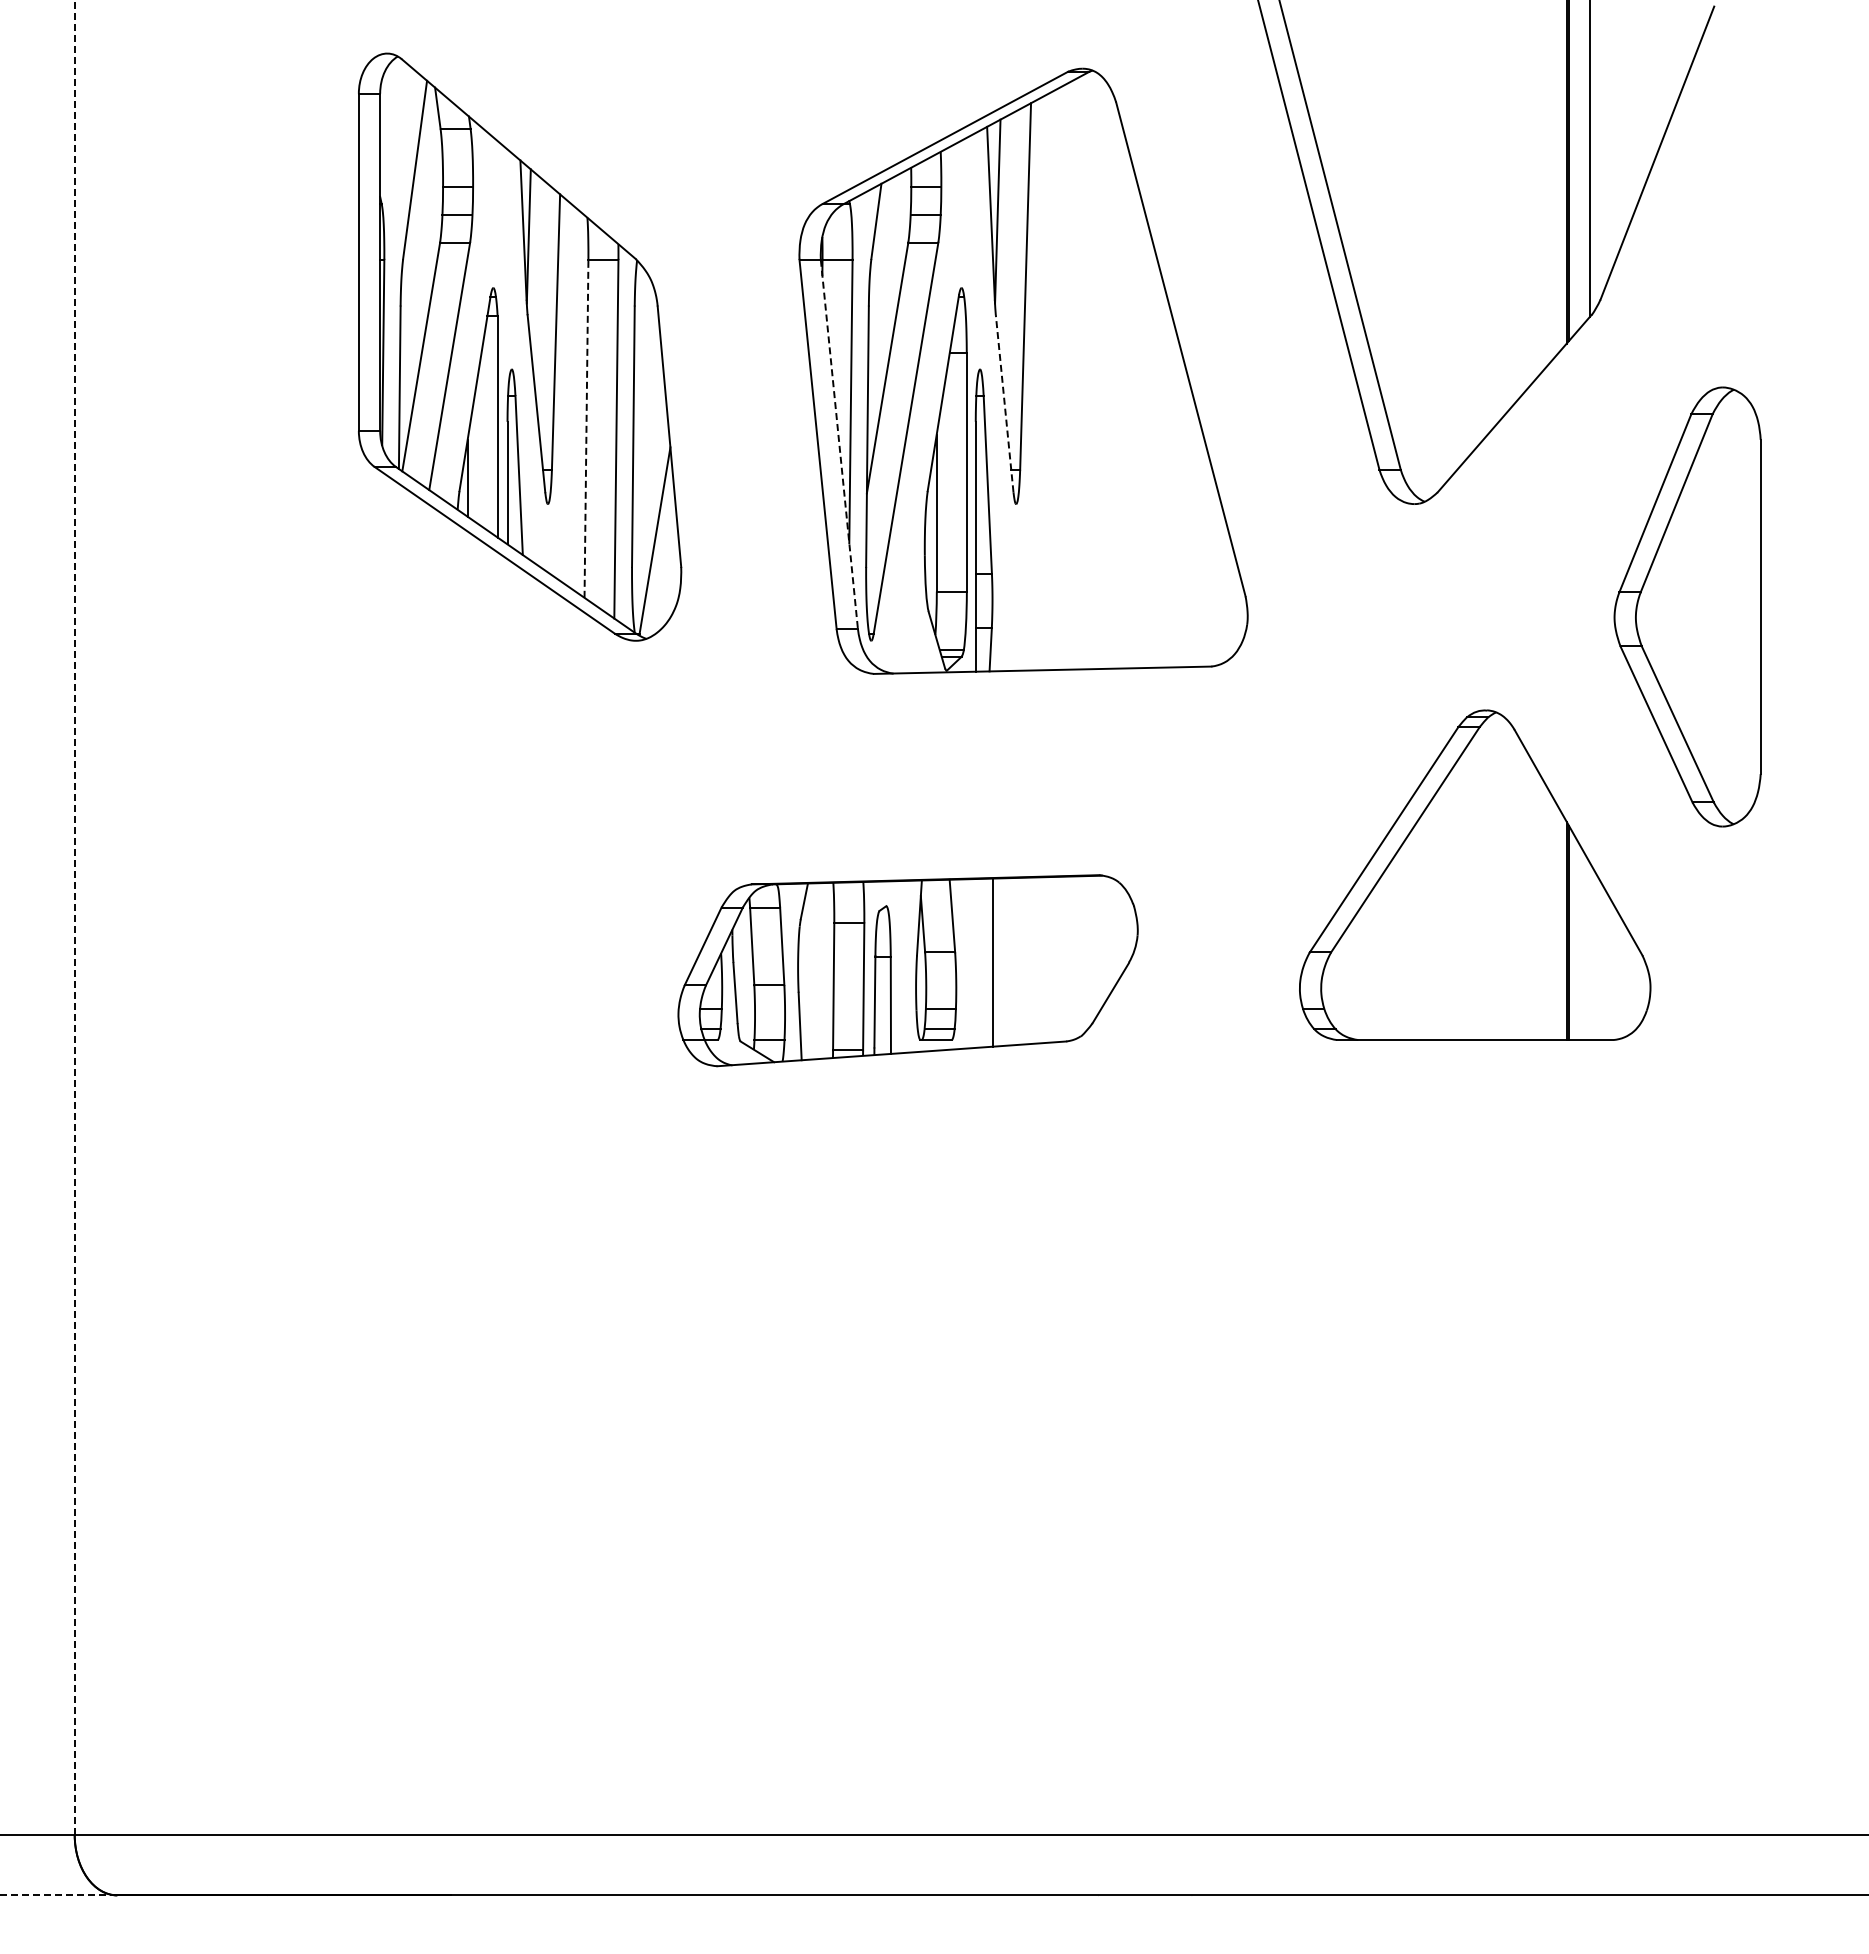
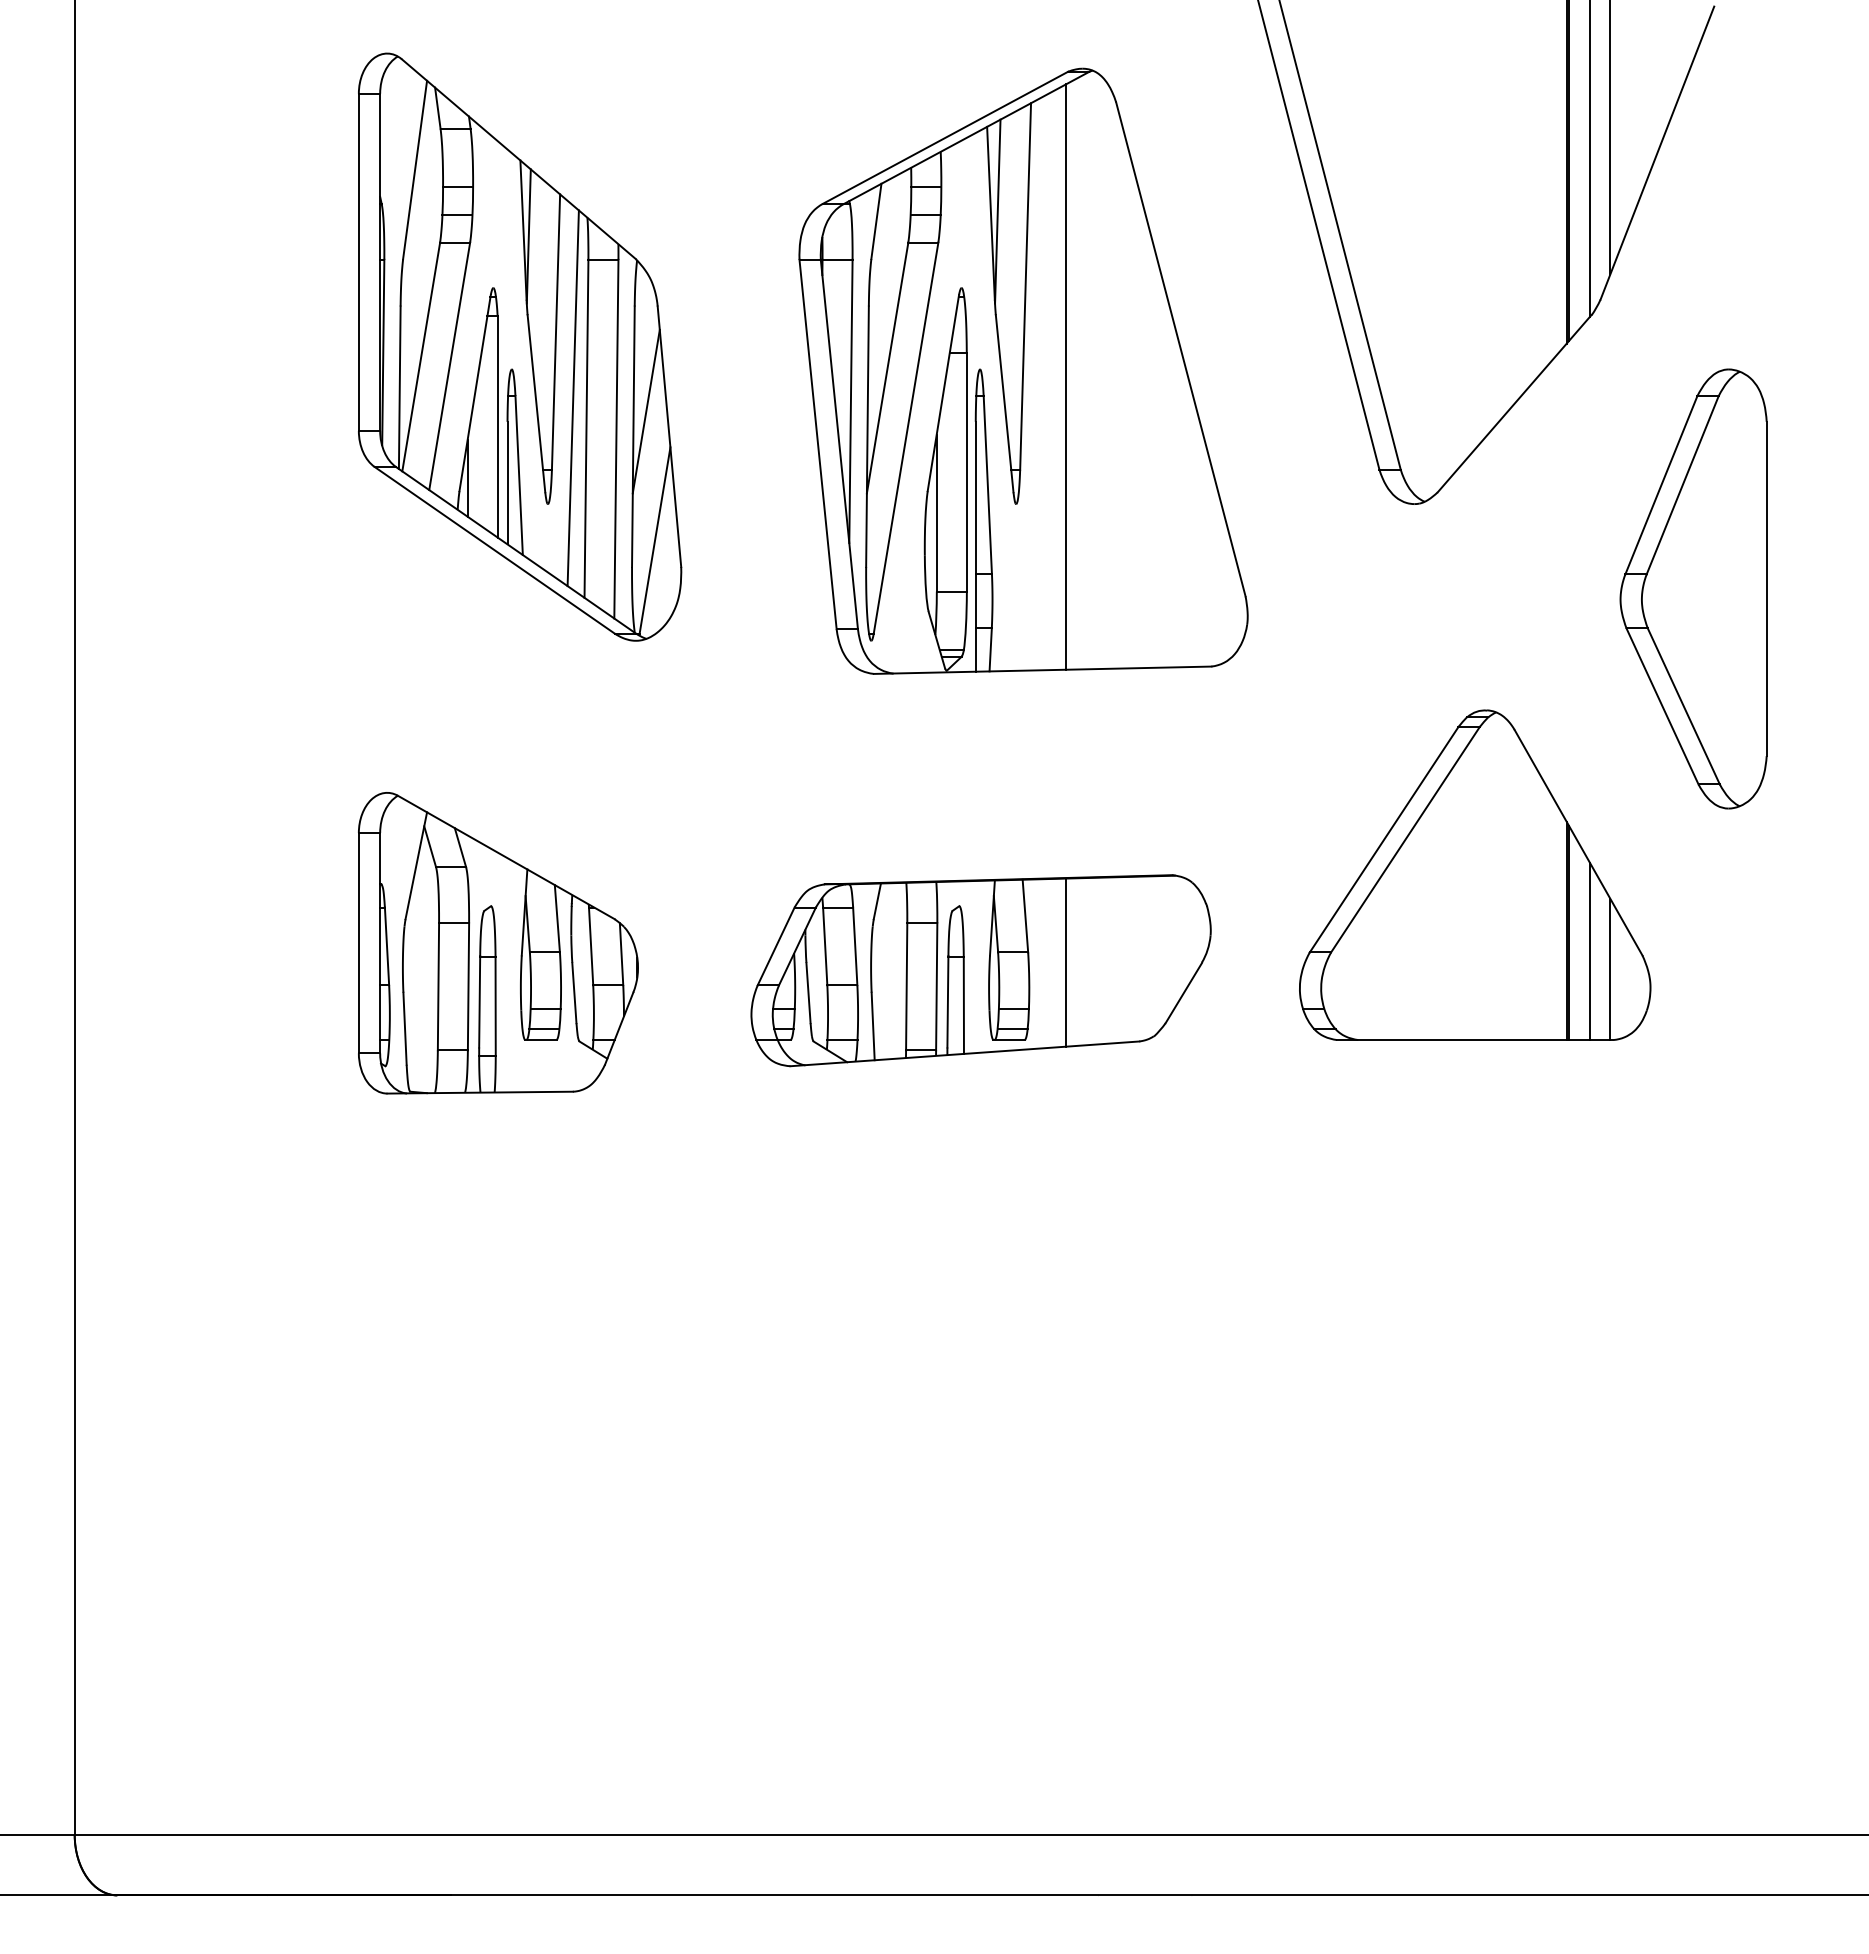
line at (1610, 138): none -> present
line at (1066, 376): none -> present
line at (572, 398): none -> present
line at (1004, 403): dashed -> solid
line at (645, 411): none -> present
line at (586, 428): dashed -> solid
line at (839, 444): dashed -> solid
part at (1687, 606) position: (1687, 606) -> (1693, 588)
line at (74, 917): dashed -> solid
part at (498, 943): none -> present
line at (1589, 951): none -> present
line at (1610, 969): none -> present
part at (907, 970) position: (907, 970) -> (980, 970)
line at (58, 1895): dashed -> solid
